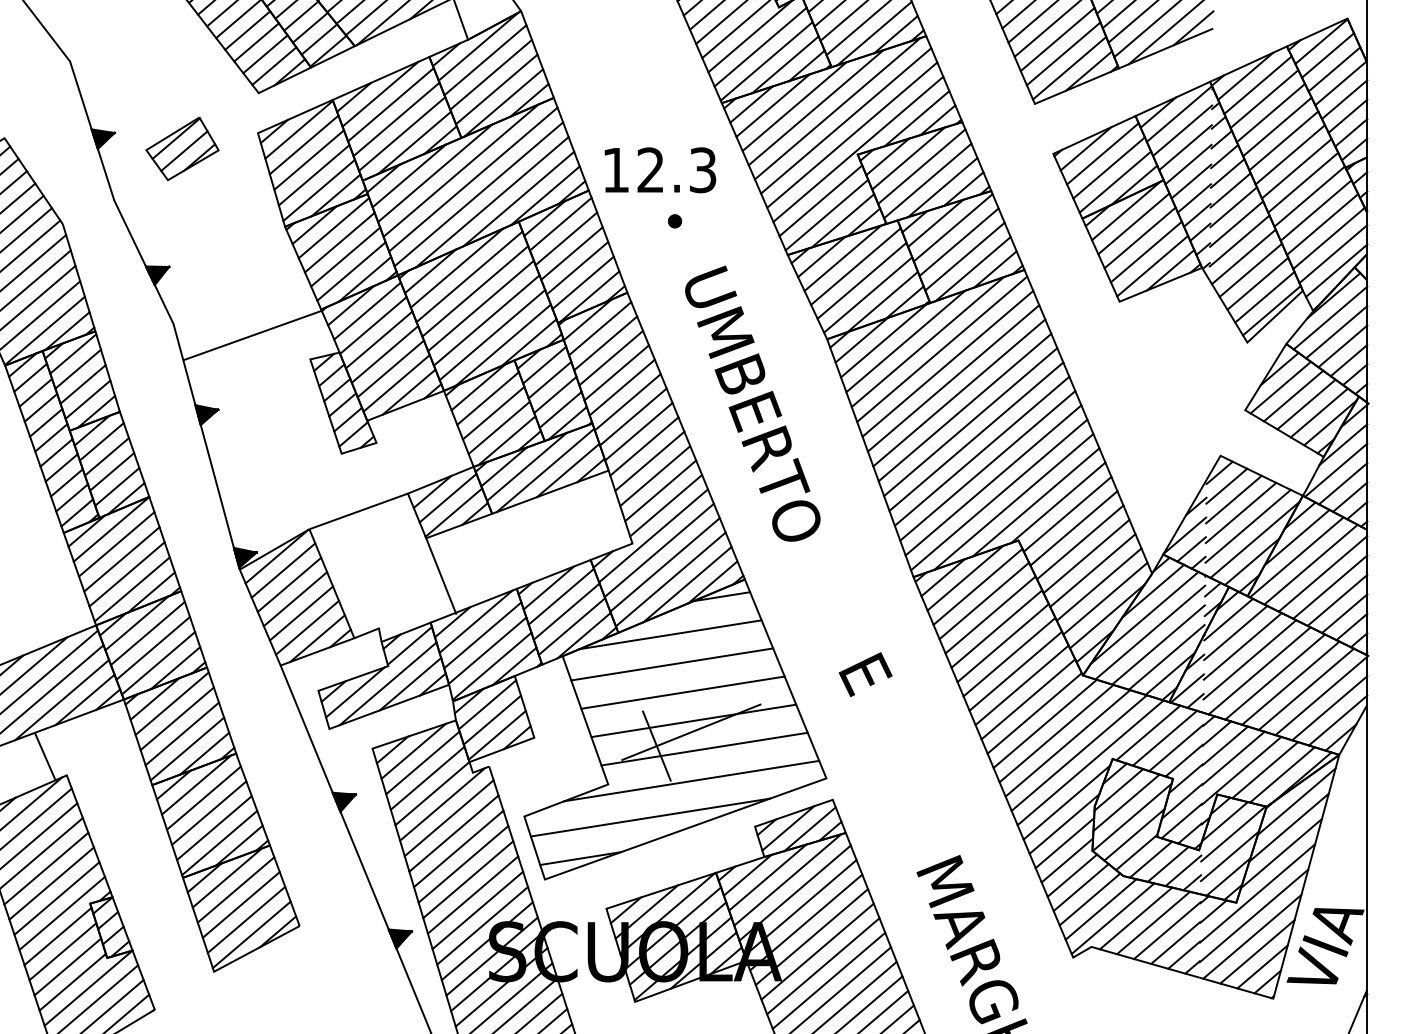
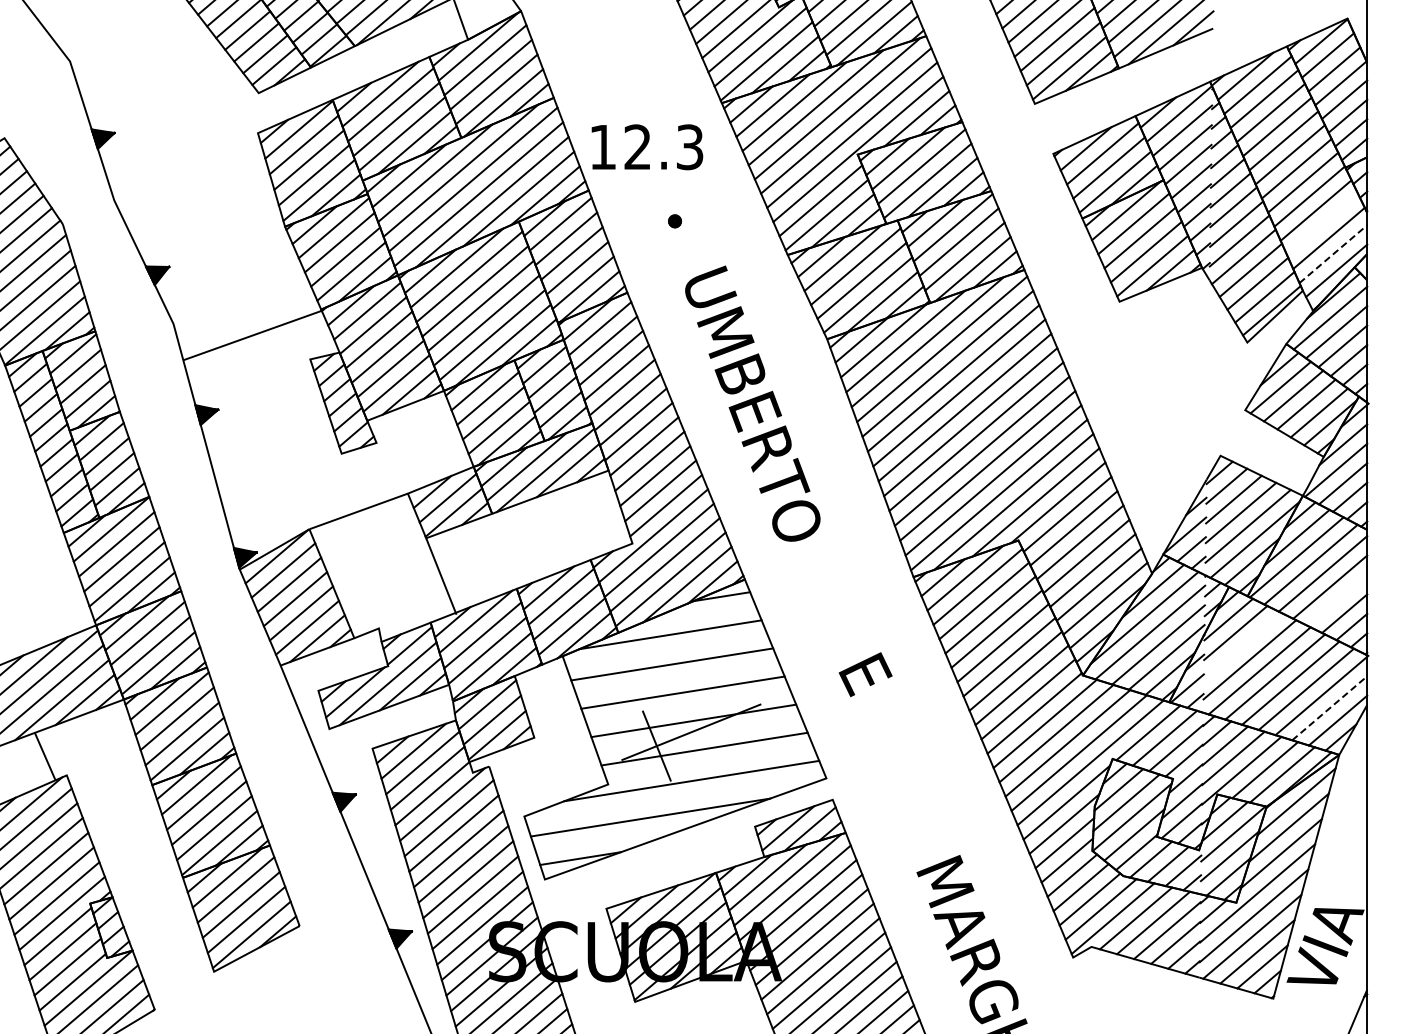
part at (182, 149): present -> none
text at (660, 170) position: (660, 170) -> (647, 147)
line at (1322, 224): present -> none
line at (1333, 254): solid -> dashed
line at (1337, 600): present -> none
line at (1242, 646): present -> none
line at (1330, 707): solid -> dashed
